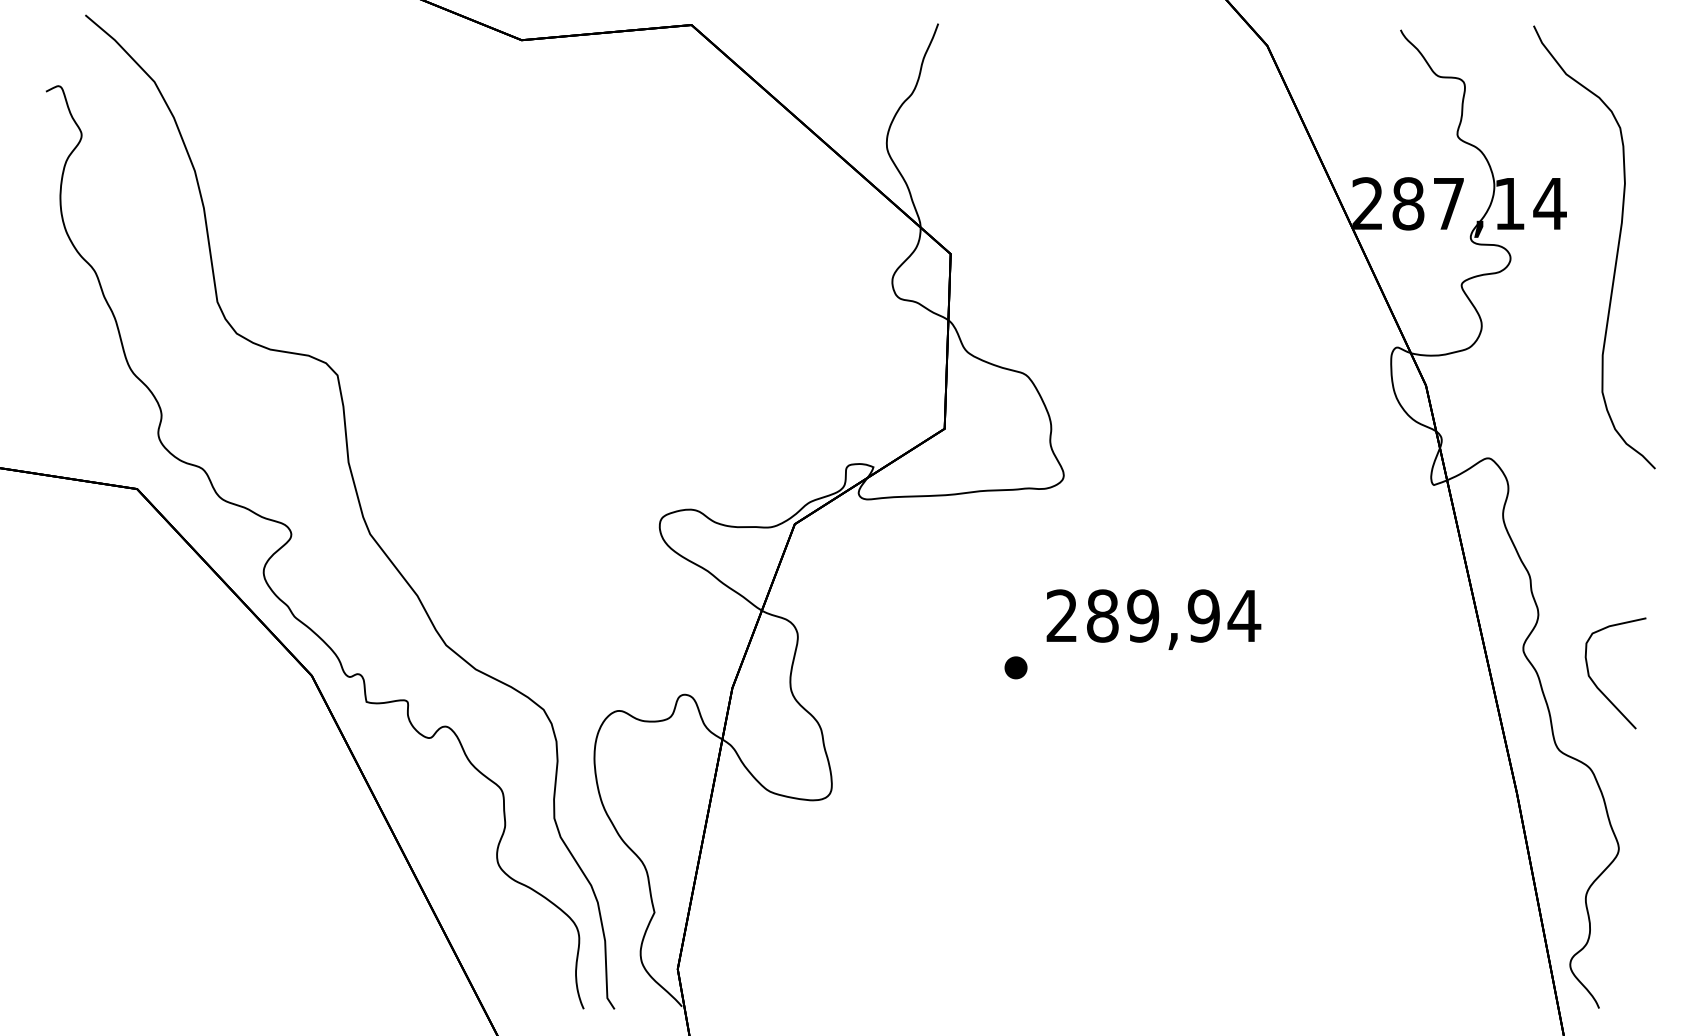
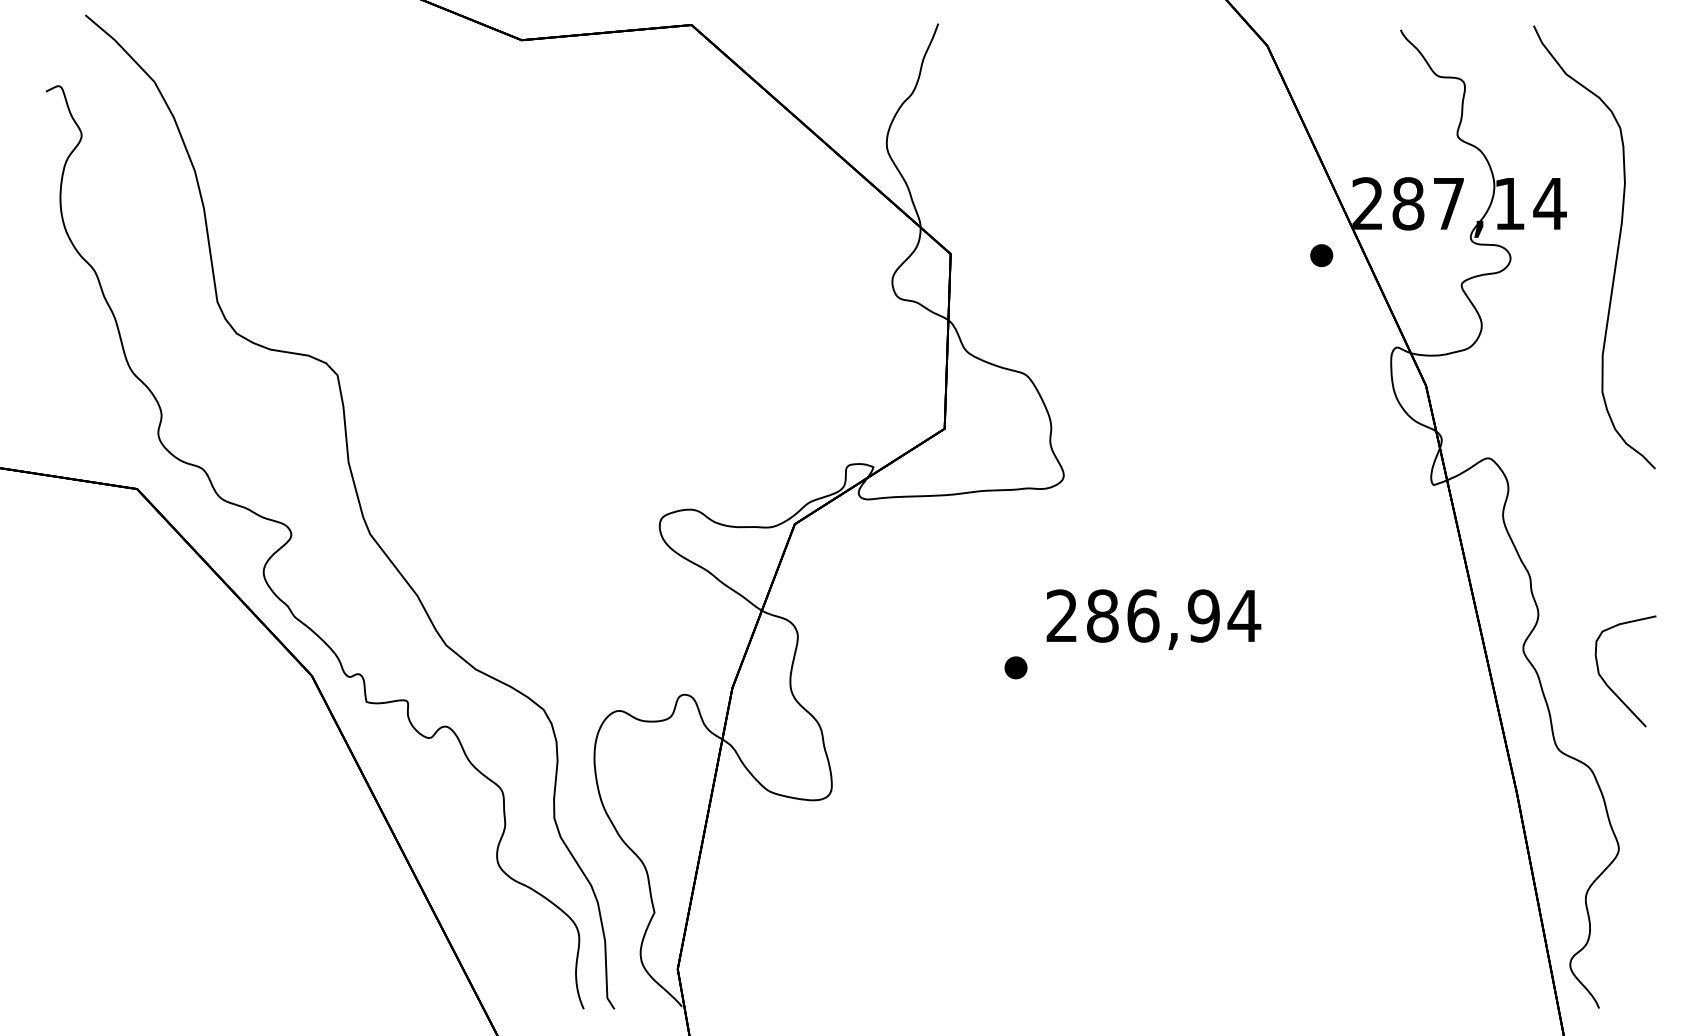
part at (1321, 255): none -> present
text at (1143, 615): 289,94 -> 286,94
curve at (1599, 688) position: (1599, 688) -> (1609, 686)
